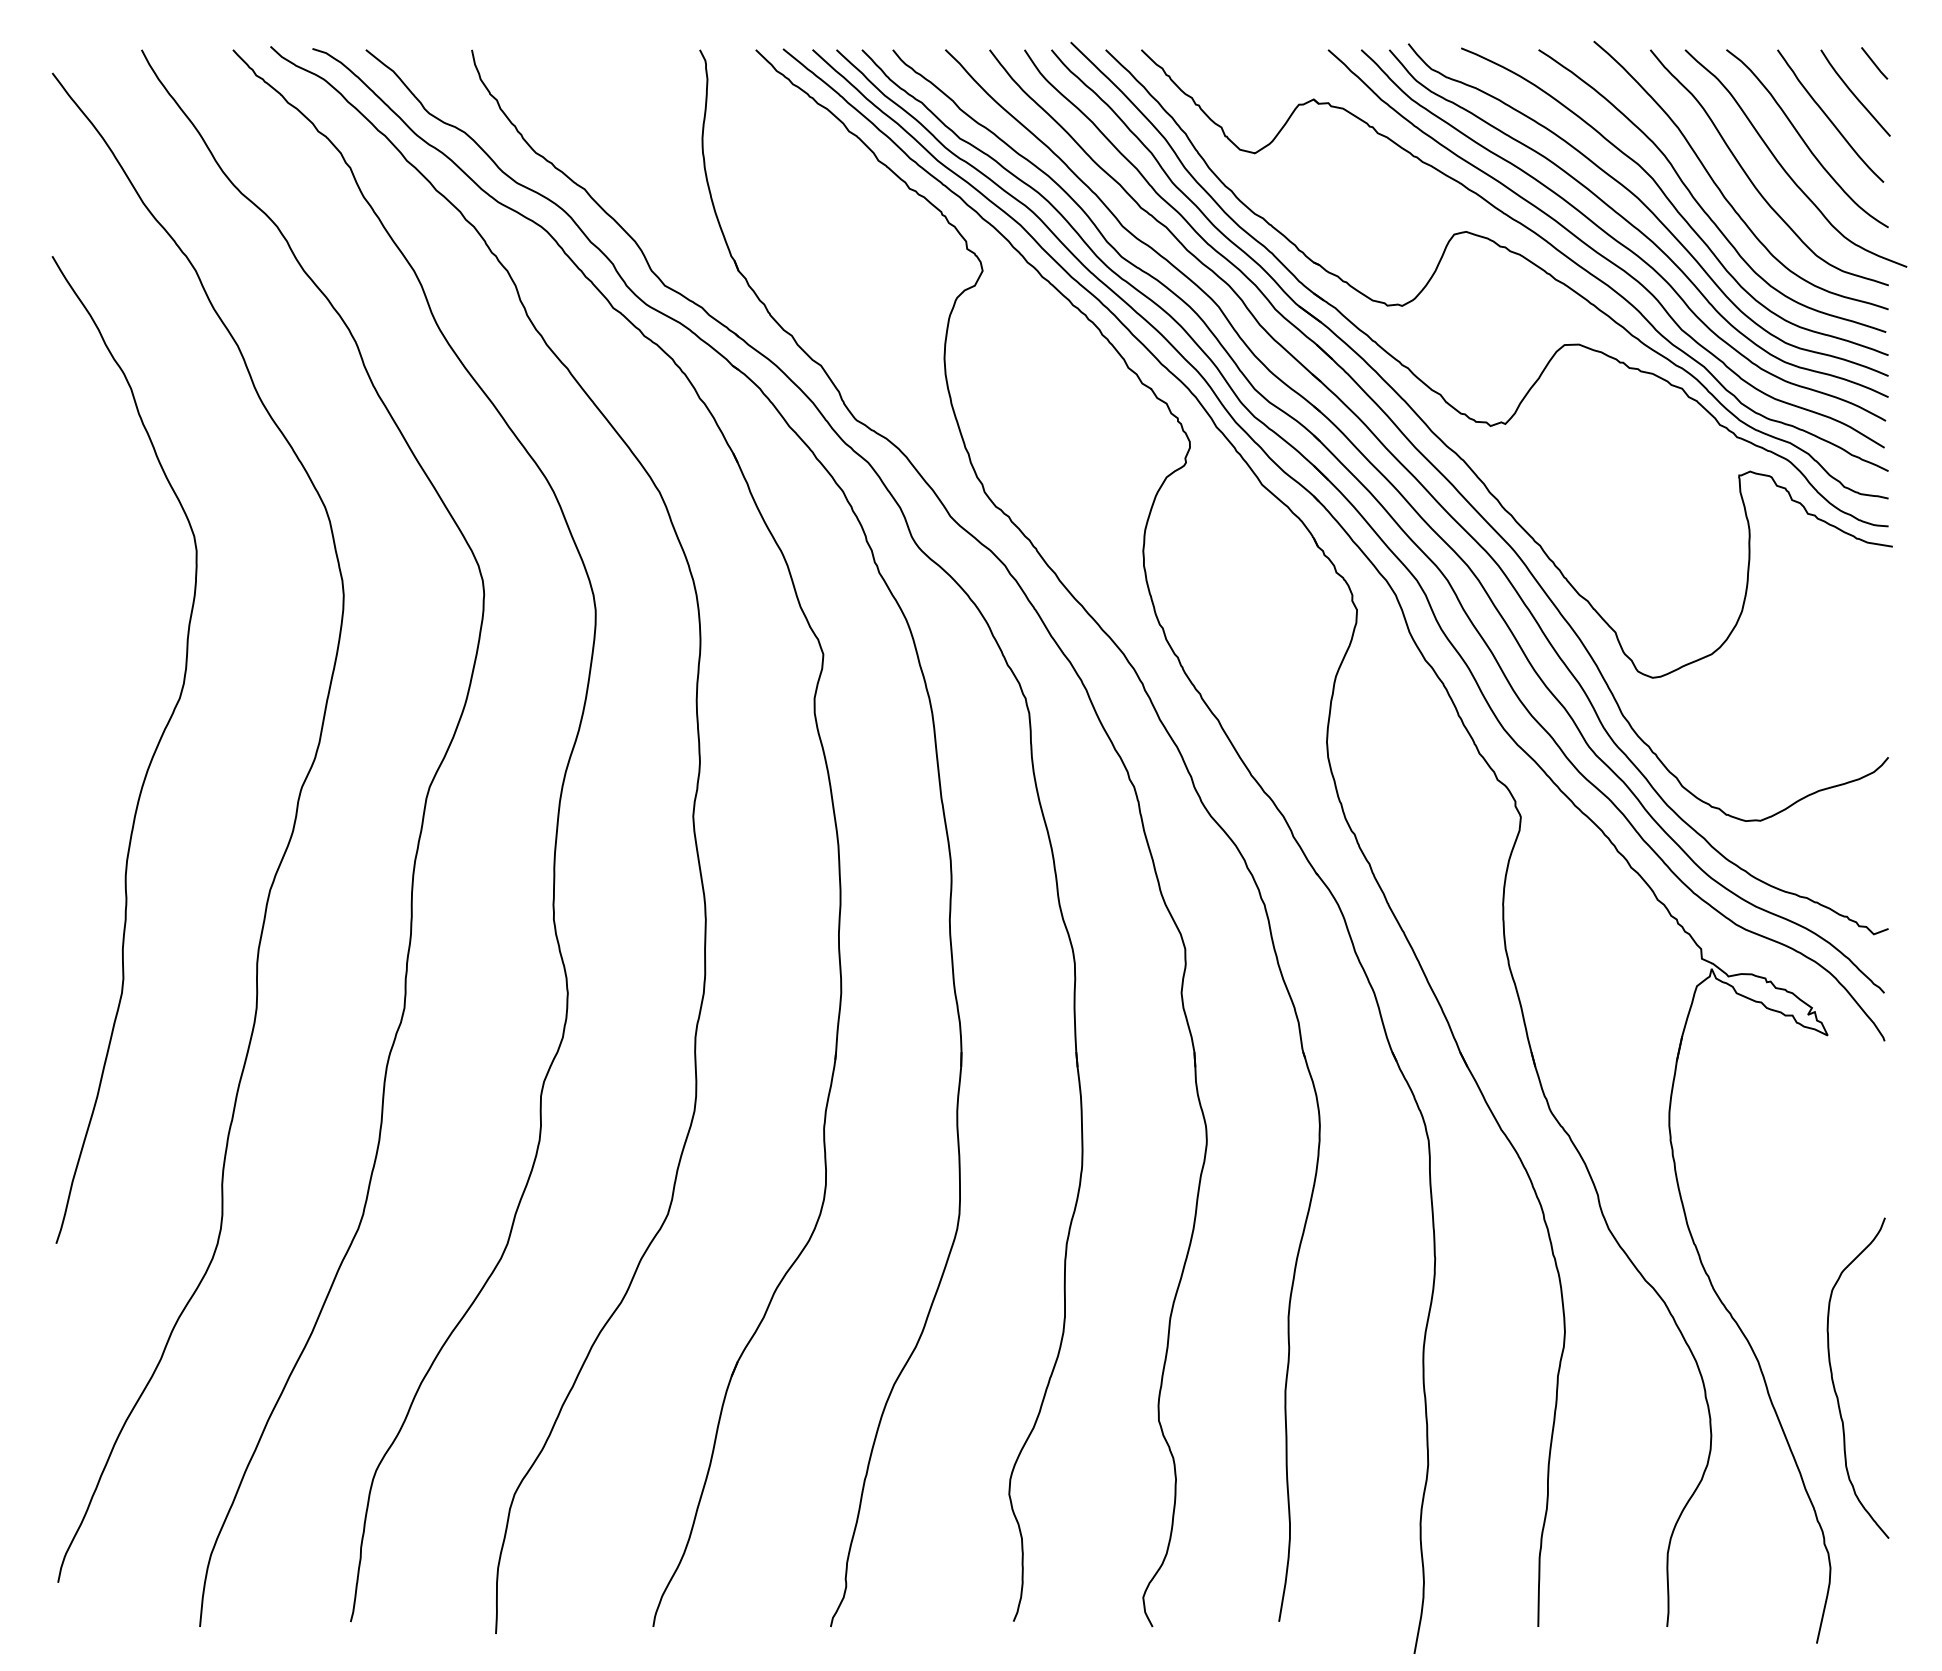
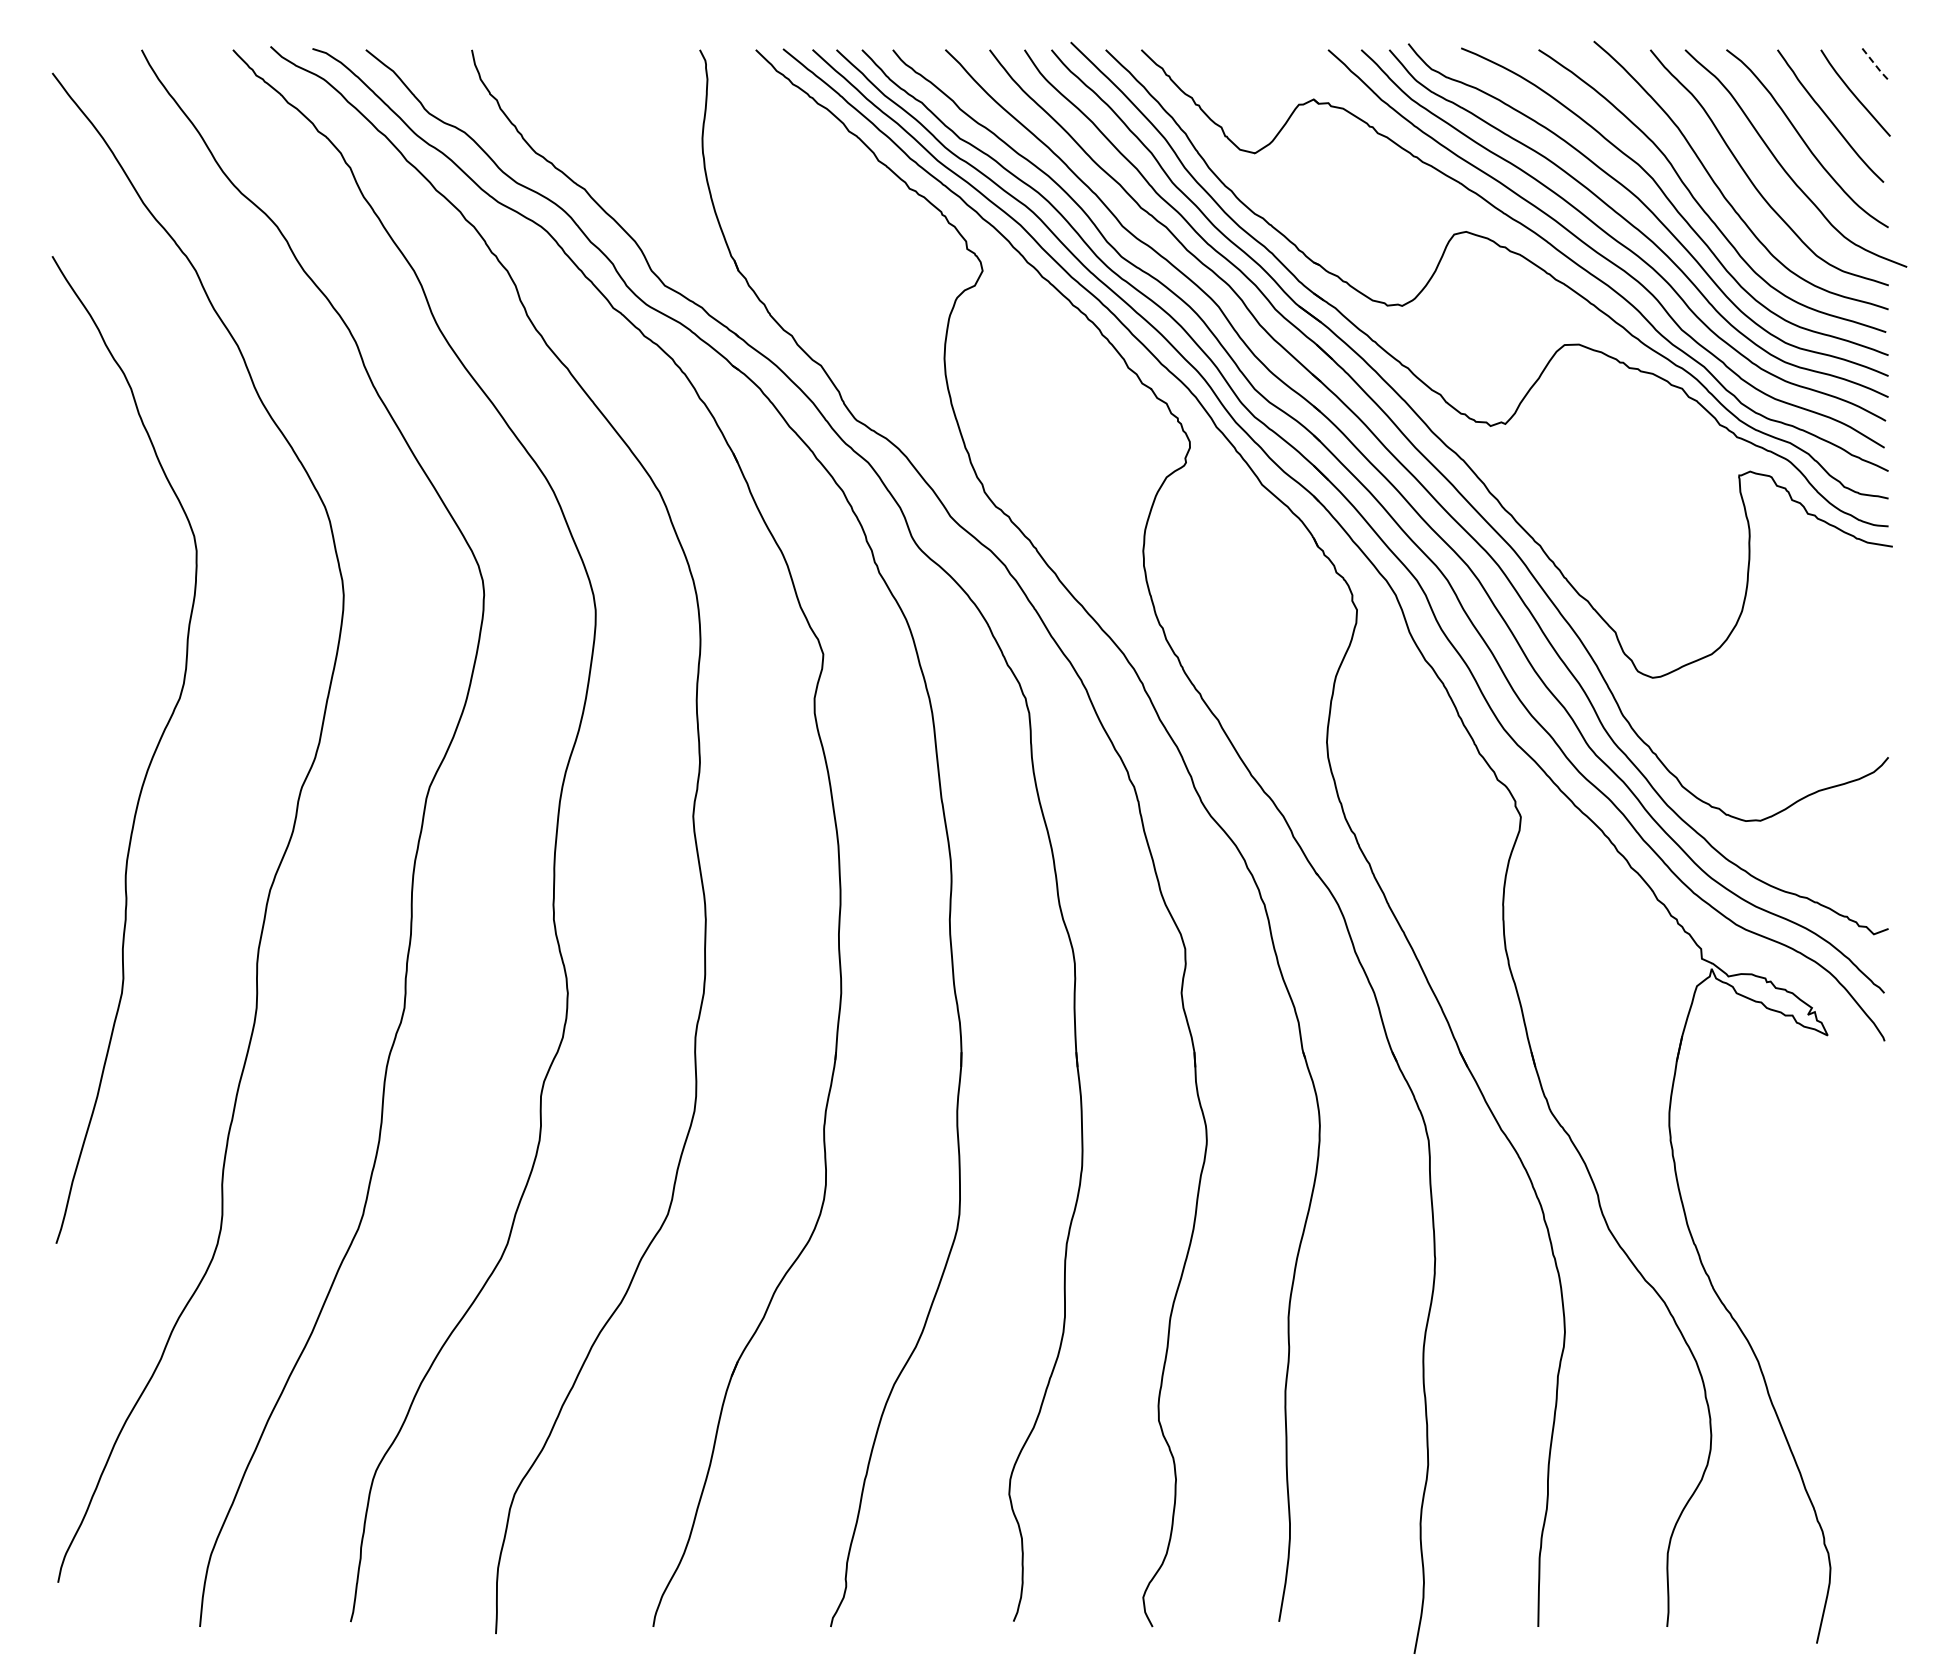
line at (1874, 63): solid -> dashed
curve at (1834, 1383): present -> none
